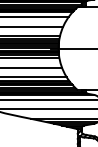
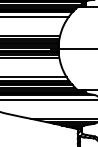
line at (32, 26): present -> none
line at (32, 67): present -> none
line at (48, 109): present -> none
